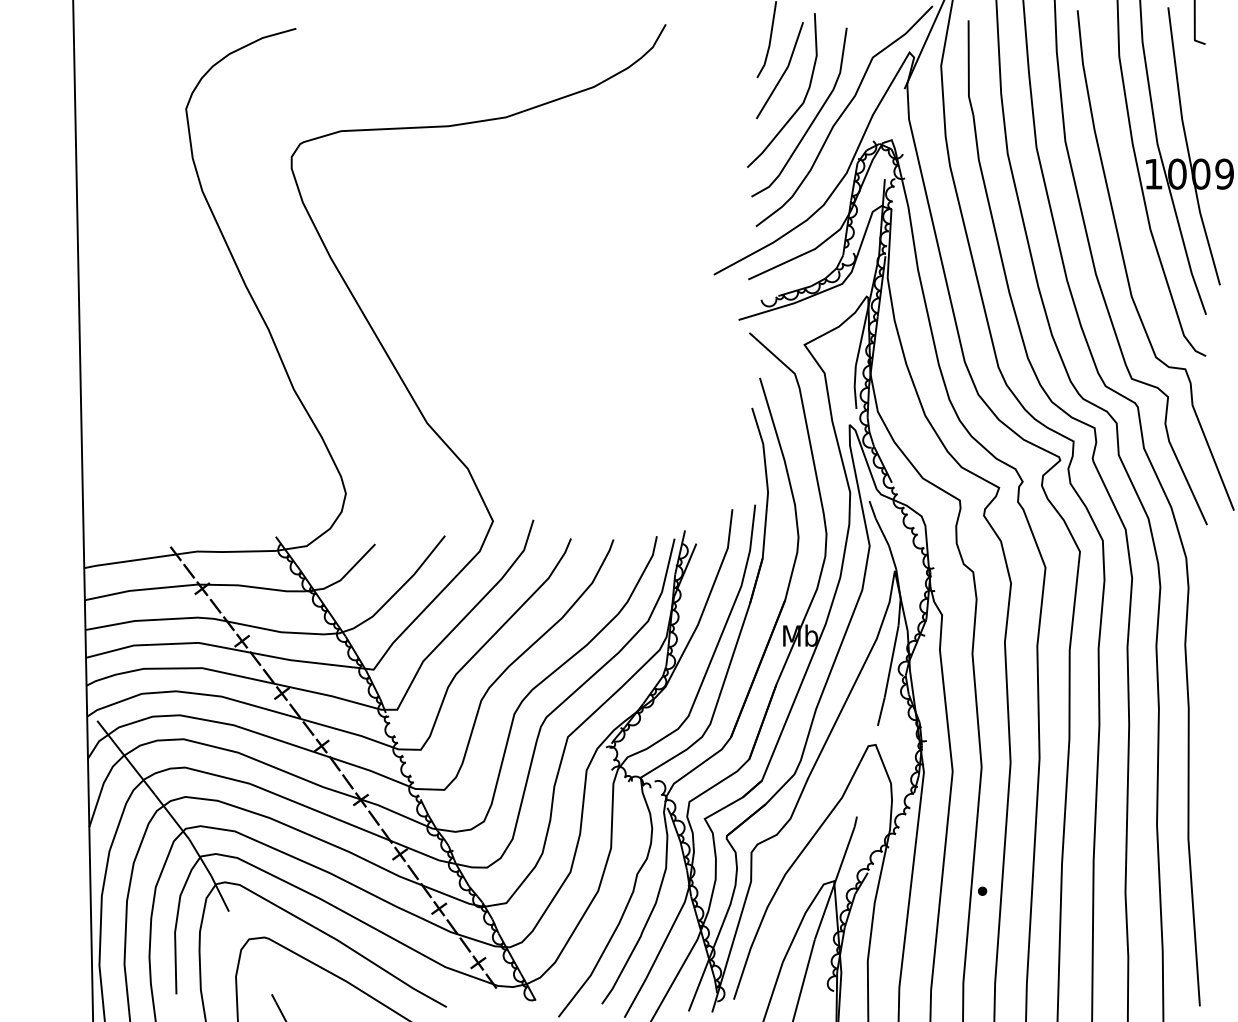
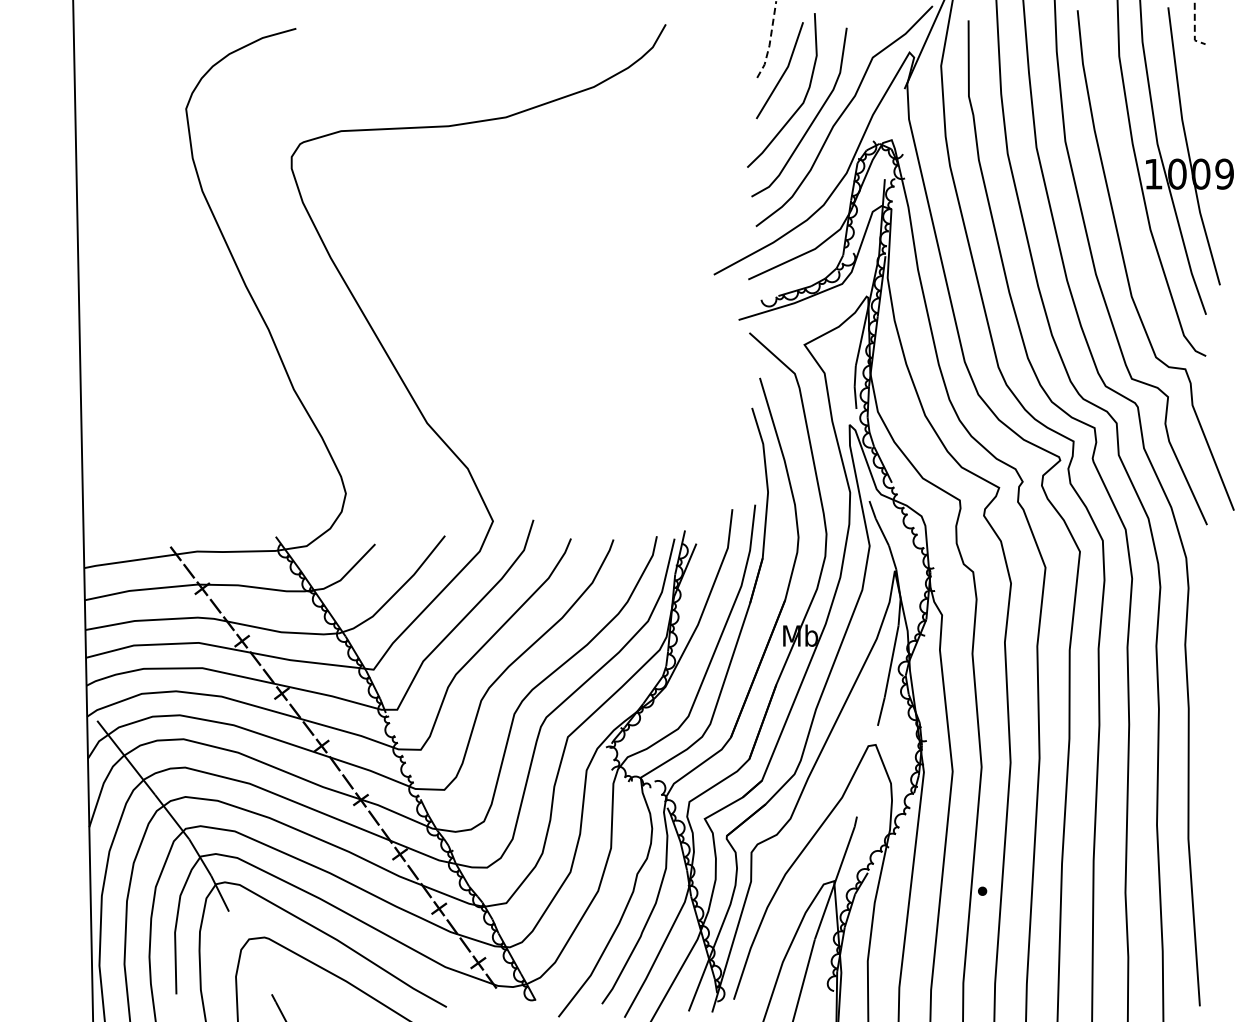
line at (1194, 26): solid -> dashed
line at (770, 41): solid -> dashed
